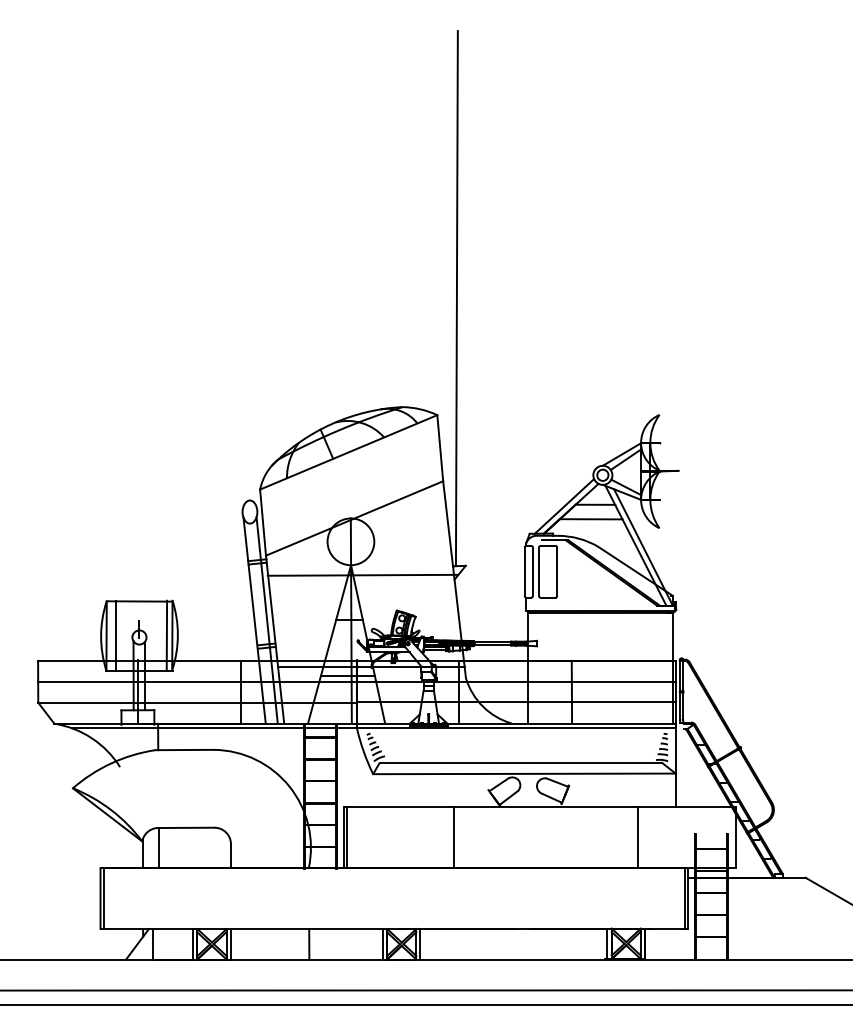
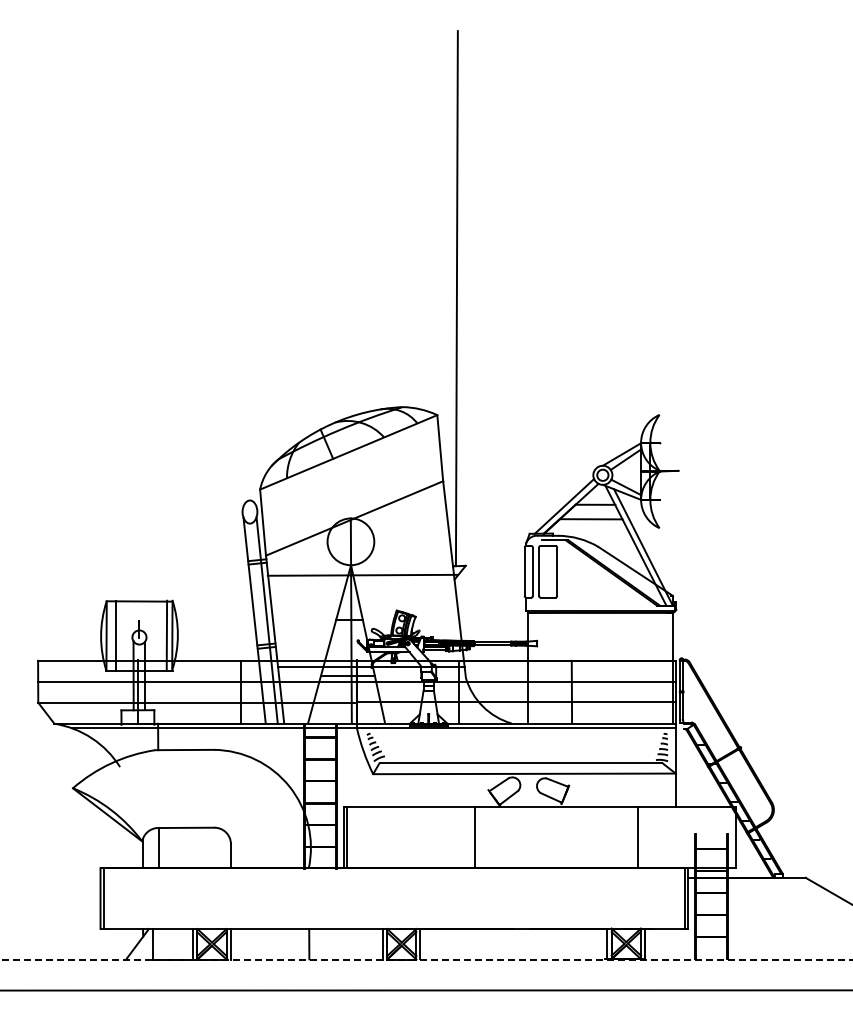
line at (453, 836) position: (453, 836) -> (474, 836)
line at (426, 959): solid -> dashed
line at (425, 1004): present -> none
